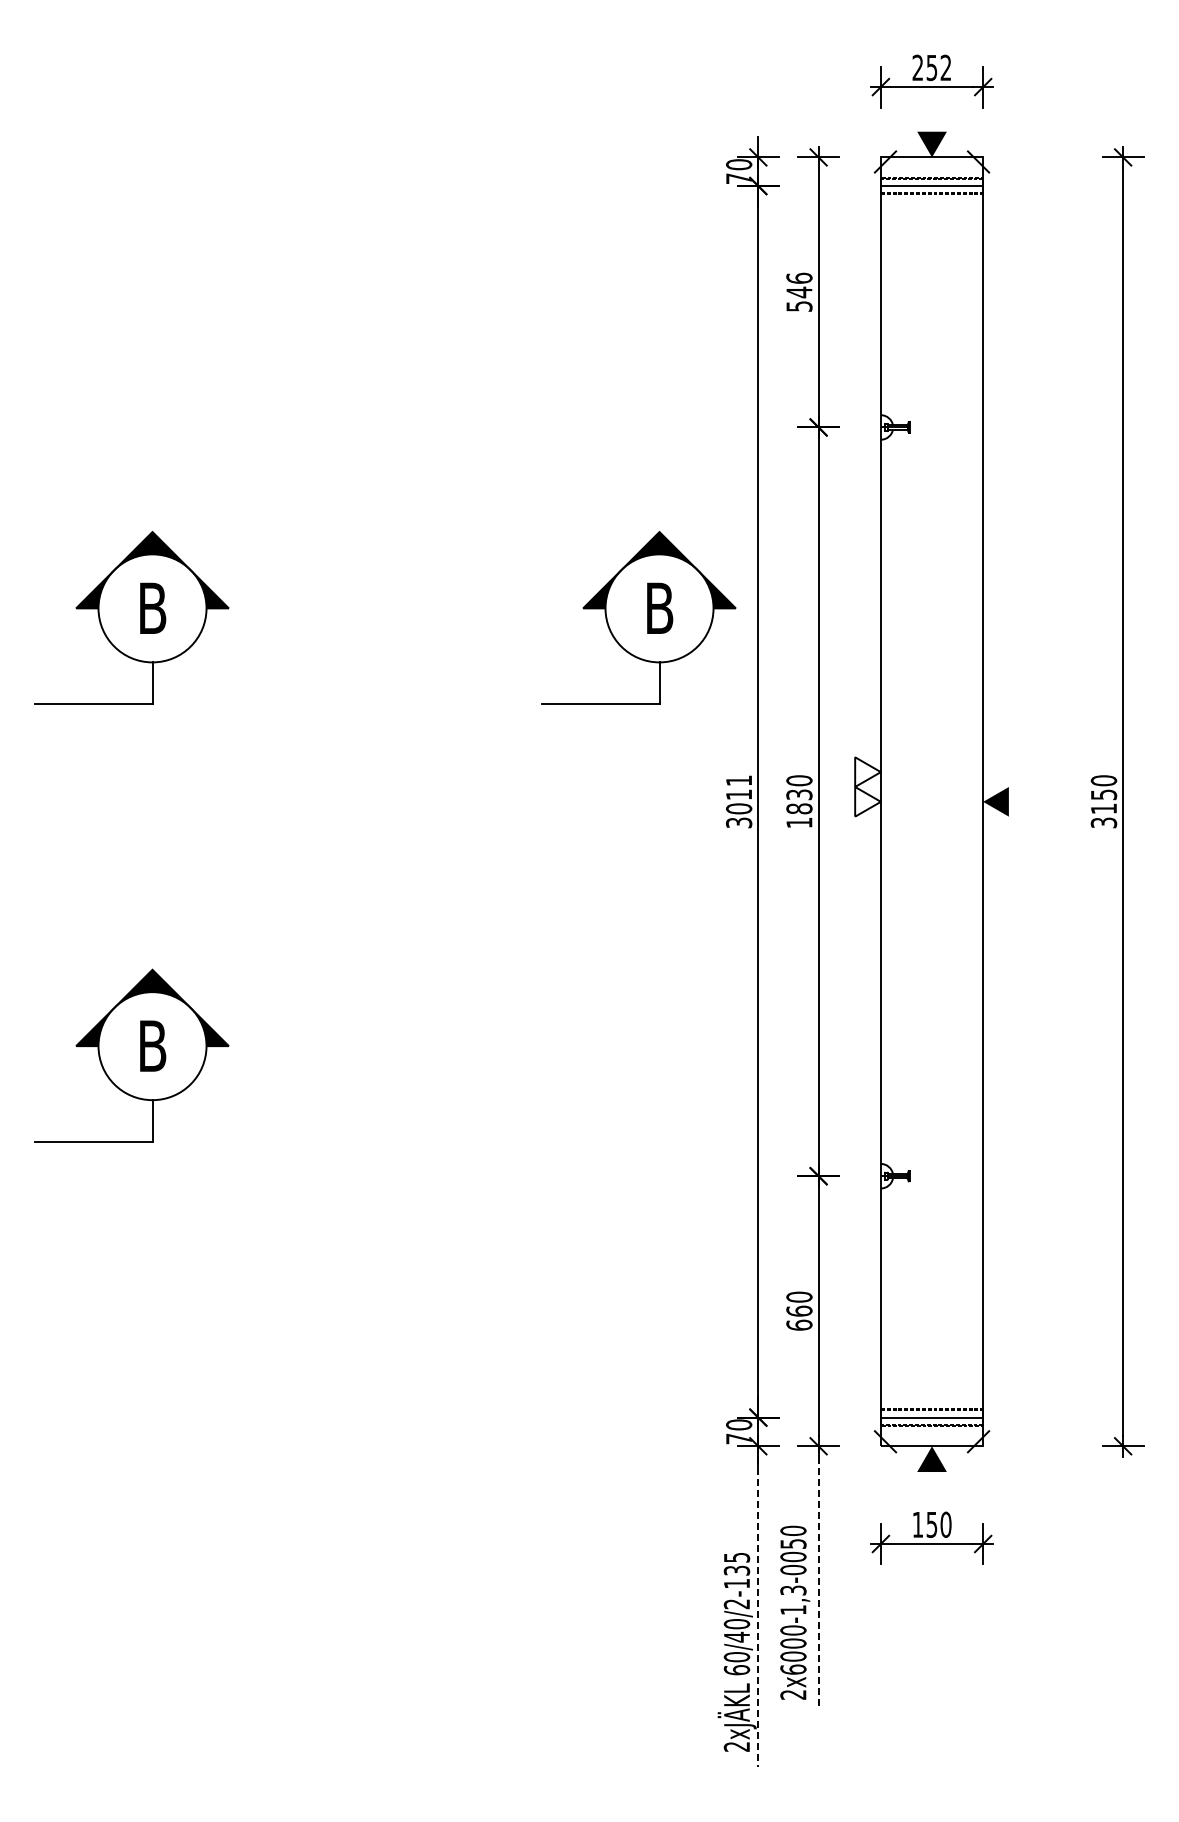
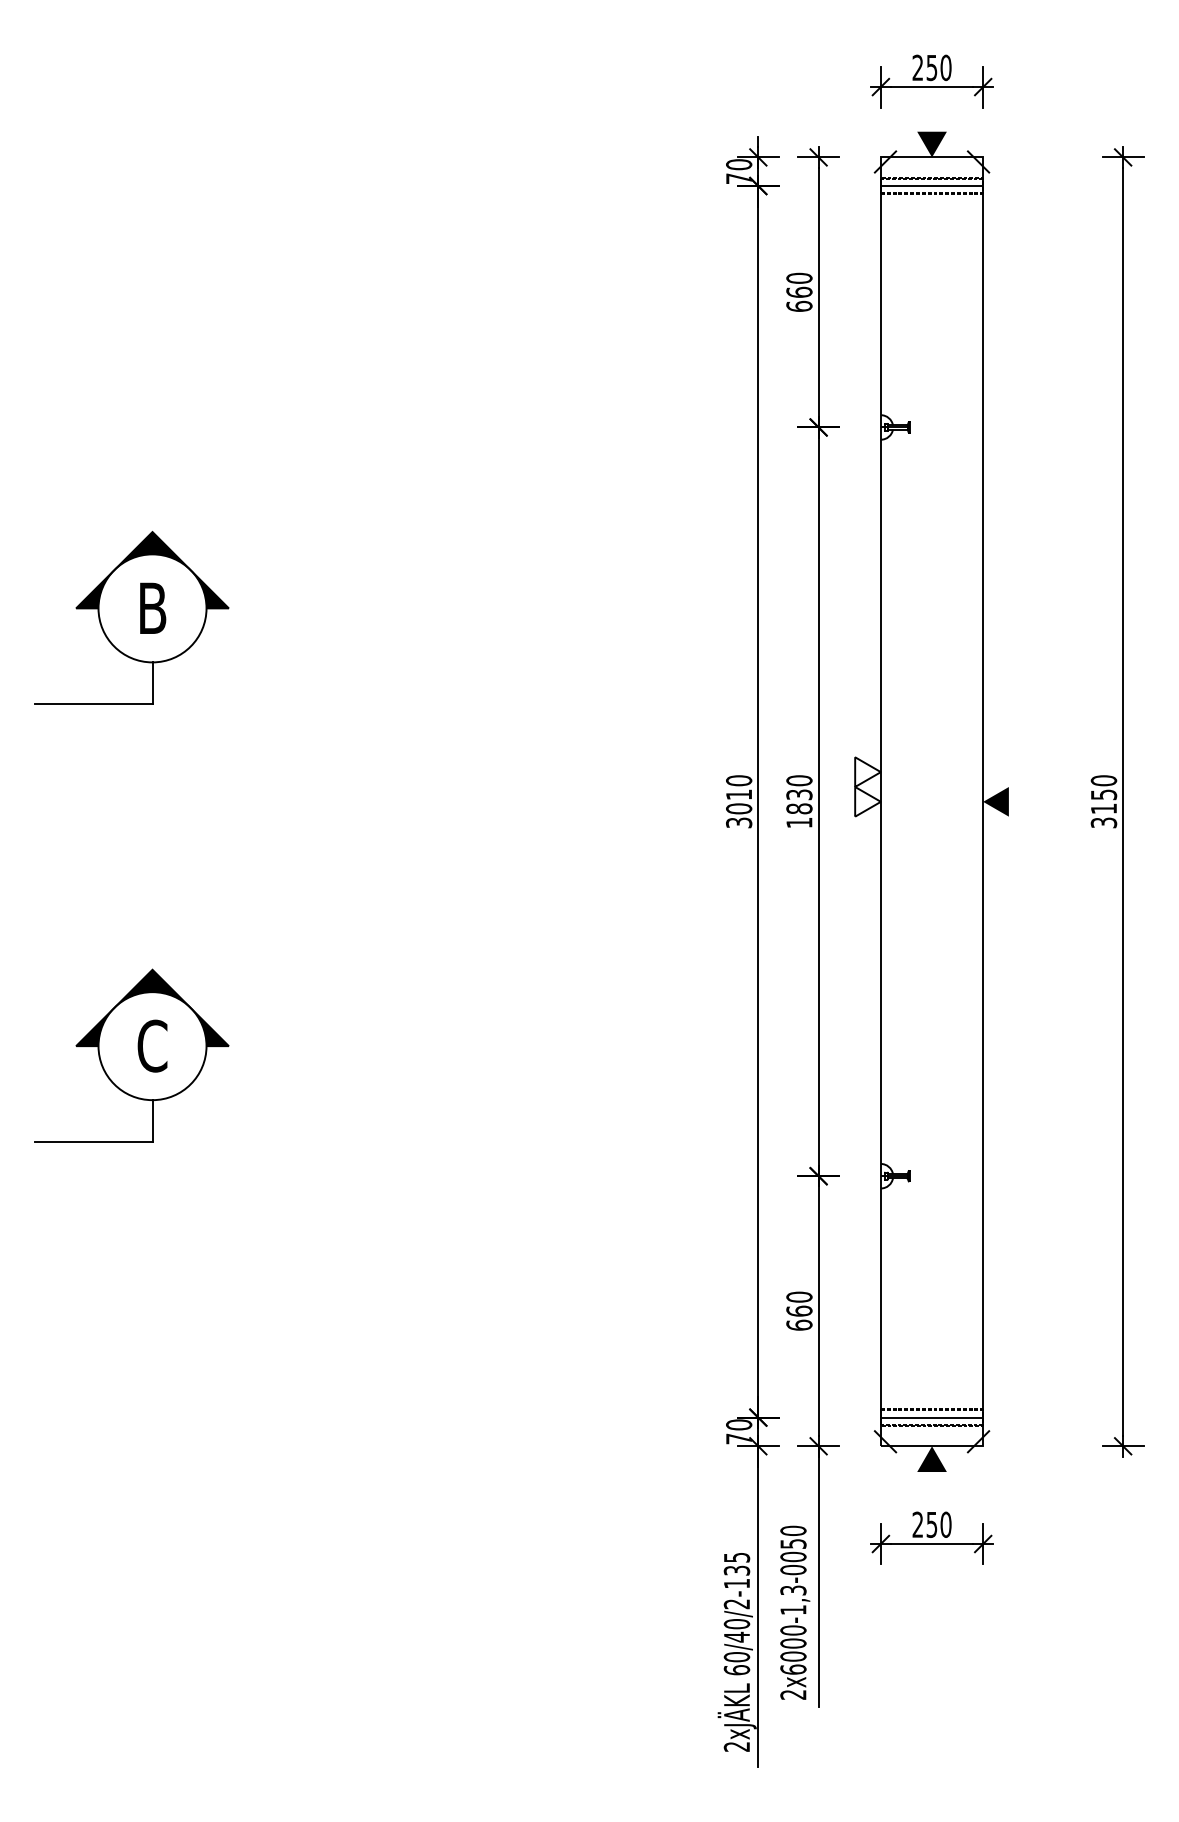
text at (945, 67): 252 -> 250
text at (799, 291): 546 -> 660
part at (638, 617): present -> none
text at (739, 780): 3011 -> 3010
text at (152, 1045): B -> C
text at (917, 1524): 150 -> 250
line at (818, 1577): dashed -> solid
line at (758, 1606): dashed -> solid
